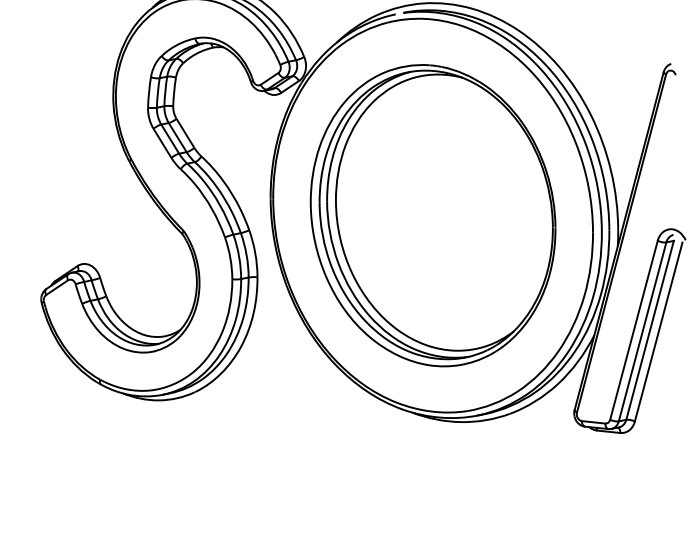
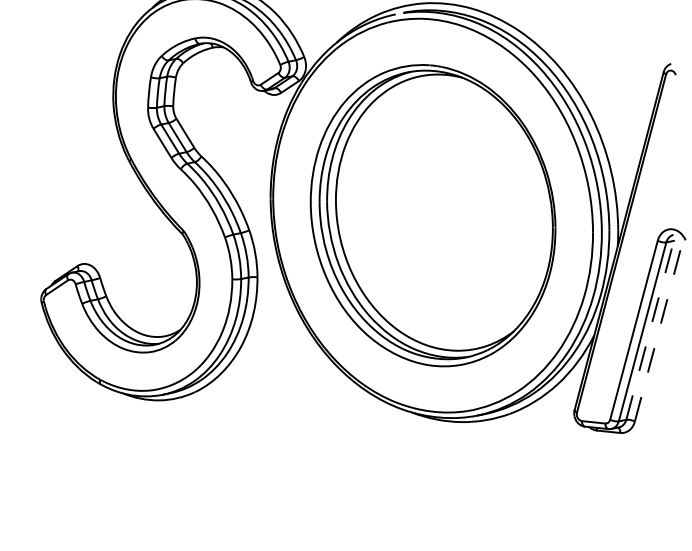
line at (650, 330): solid -> dashed
line at (658, 332): solid -> dashed
